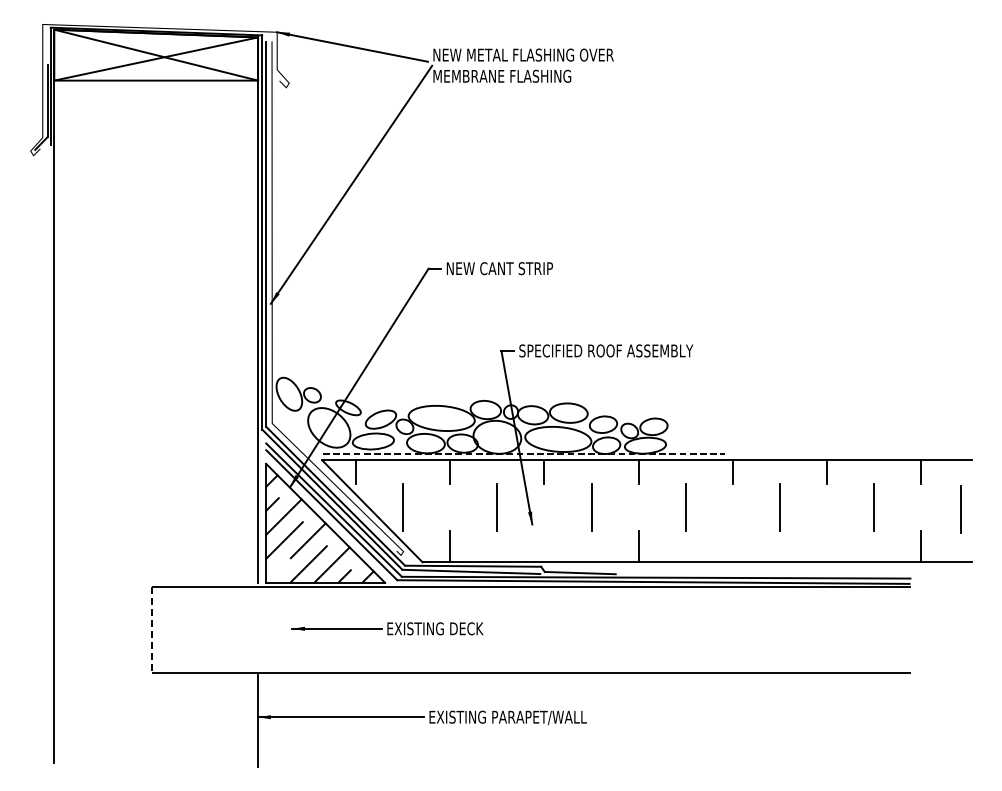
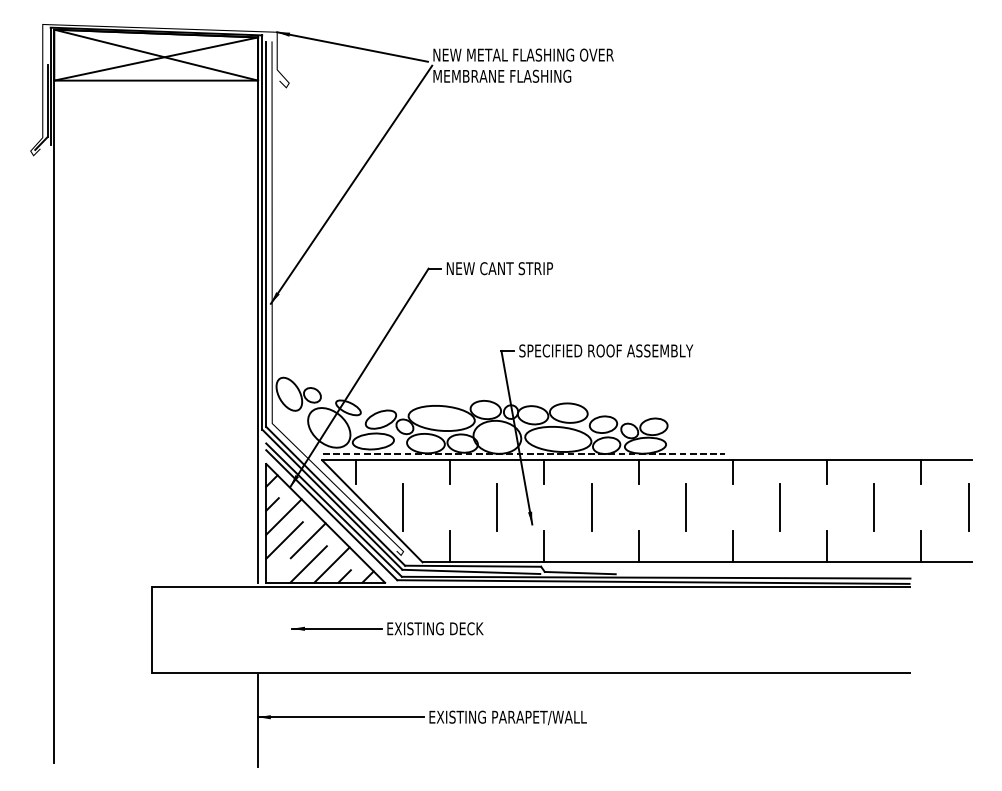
line at (960, 509) position: (960, 509) -> (968, 507)
line at (544, 546): none -> present
line at (732, 546): none -> present
line at (827, 546): none -> present
line at (152, 629): dashed -> solid
